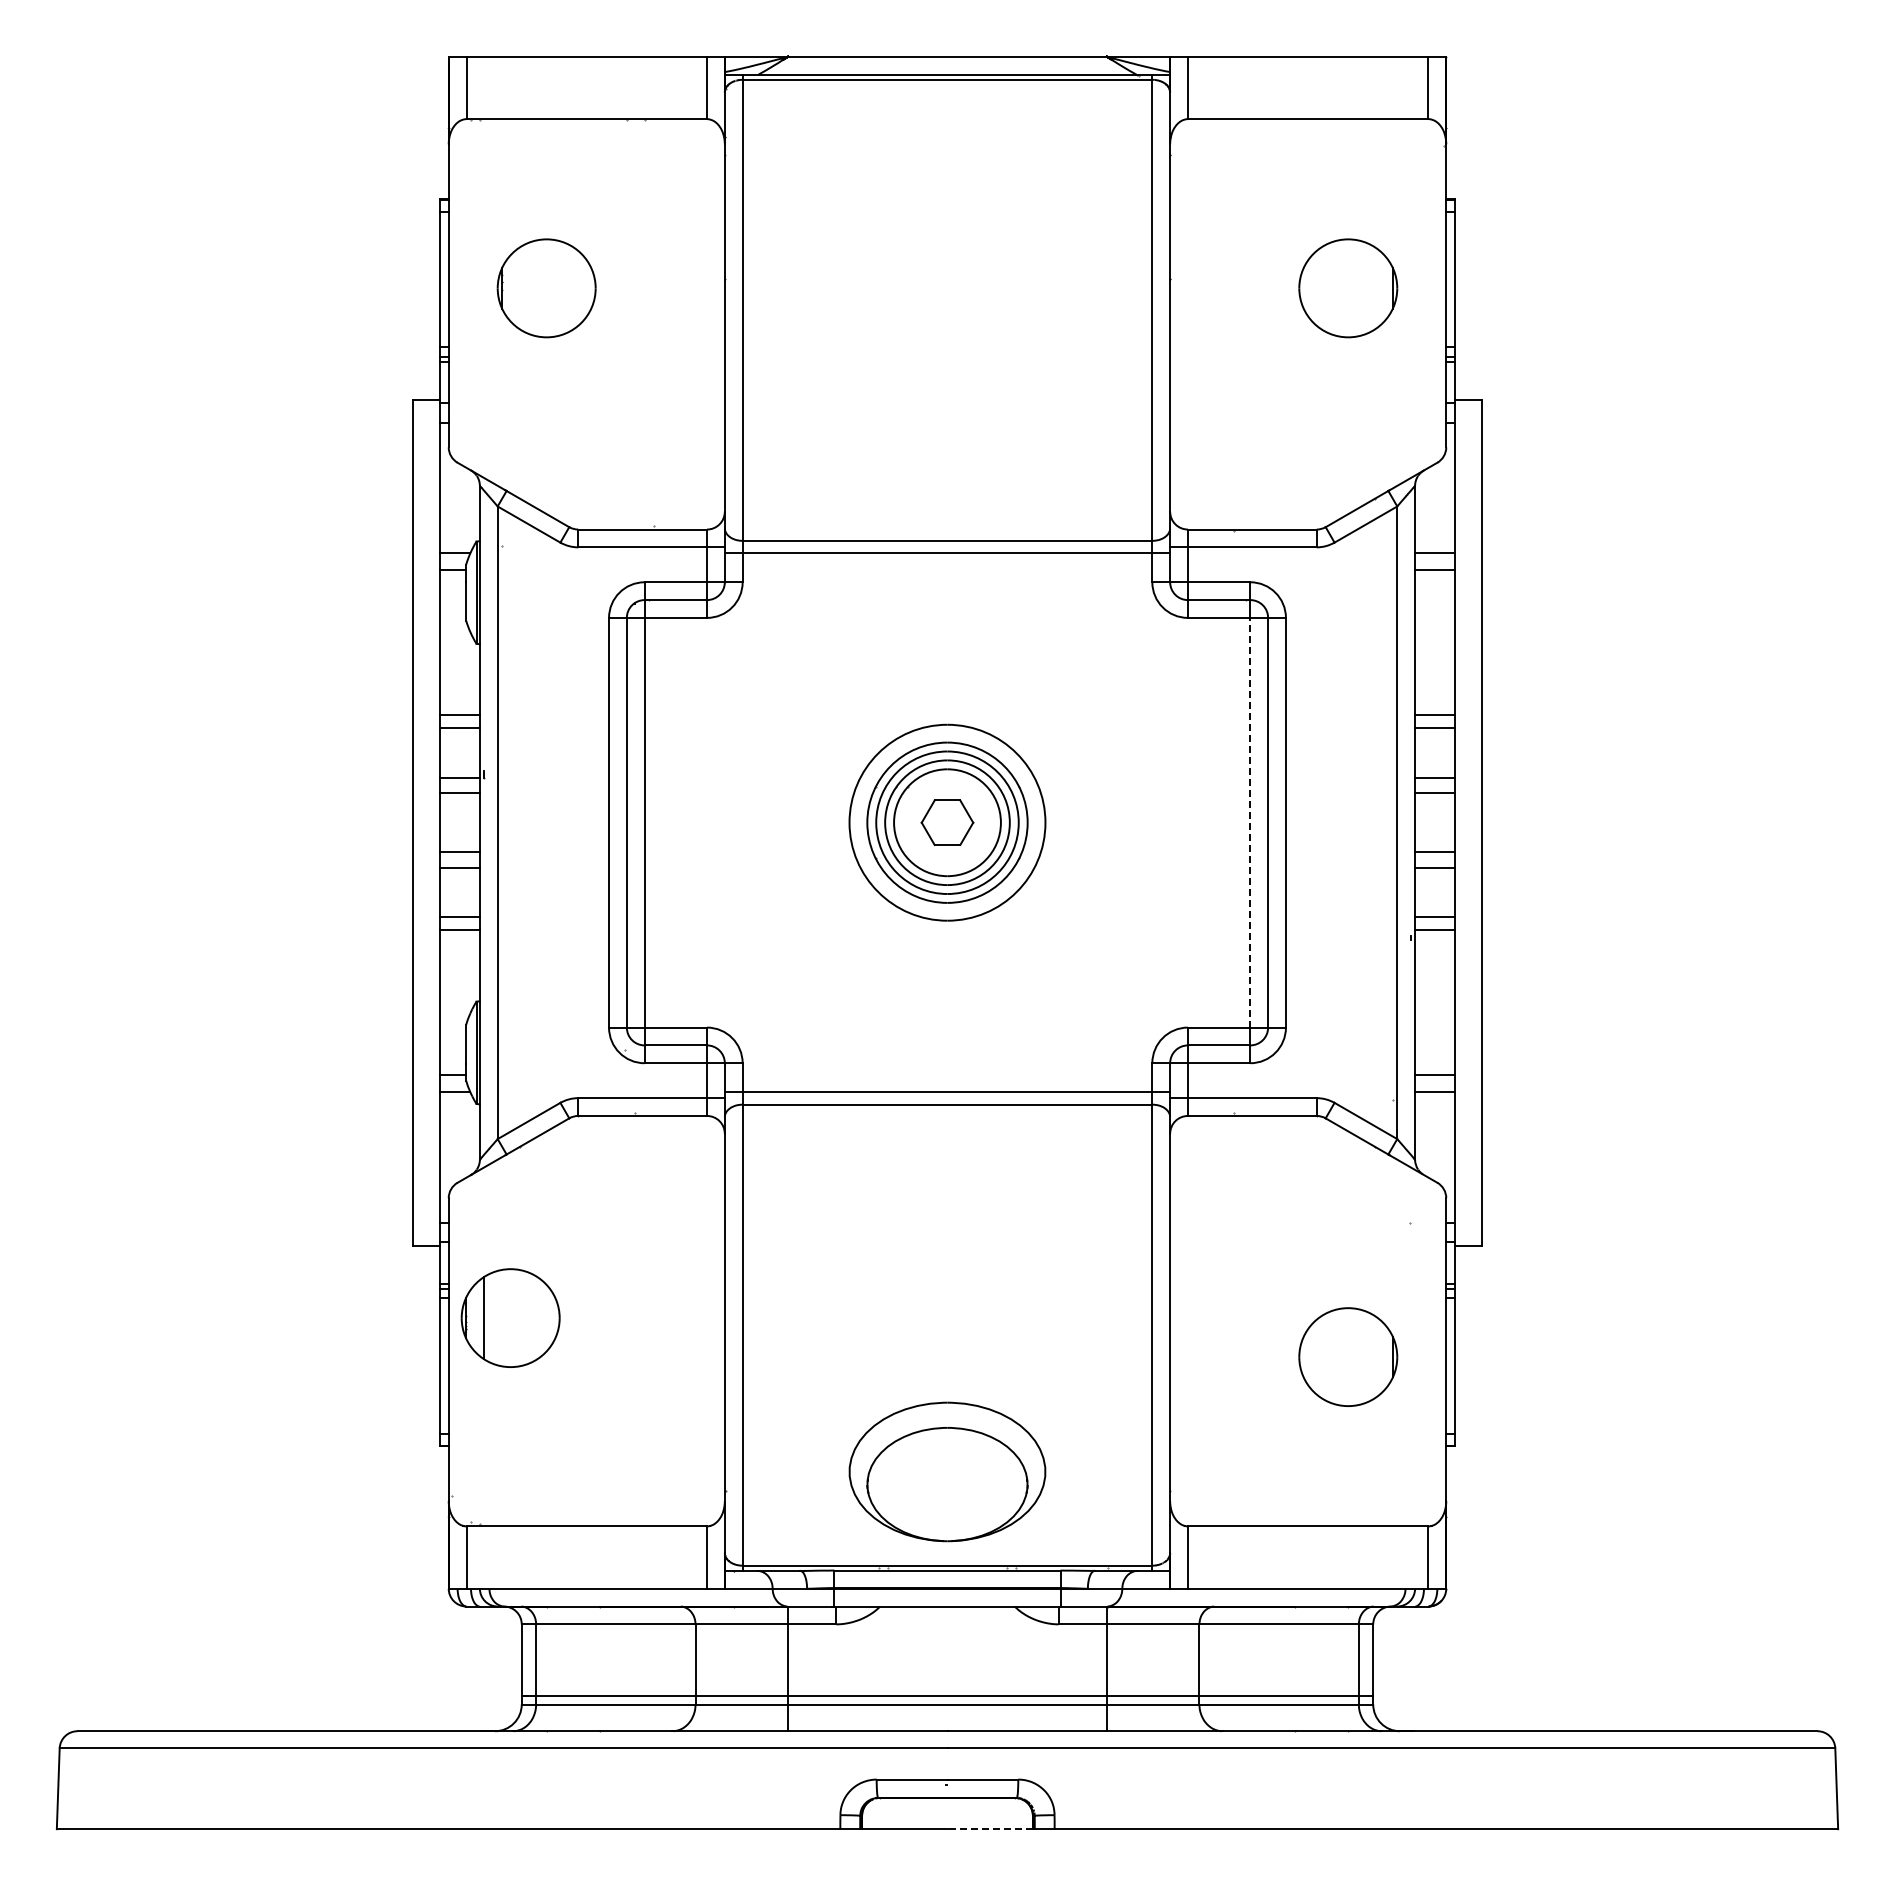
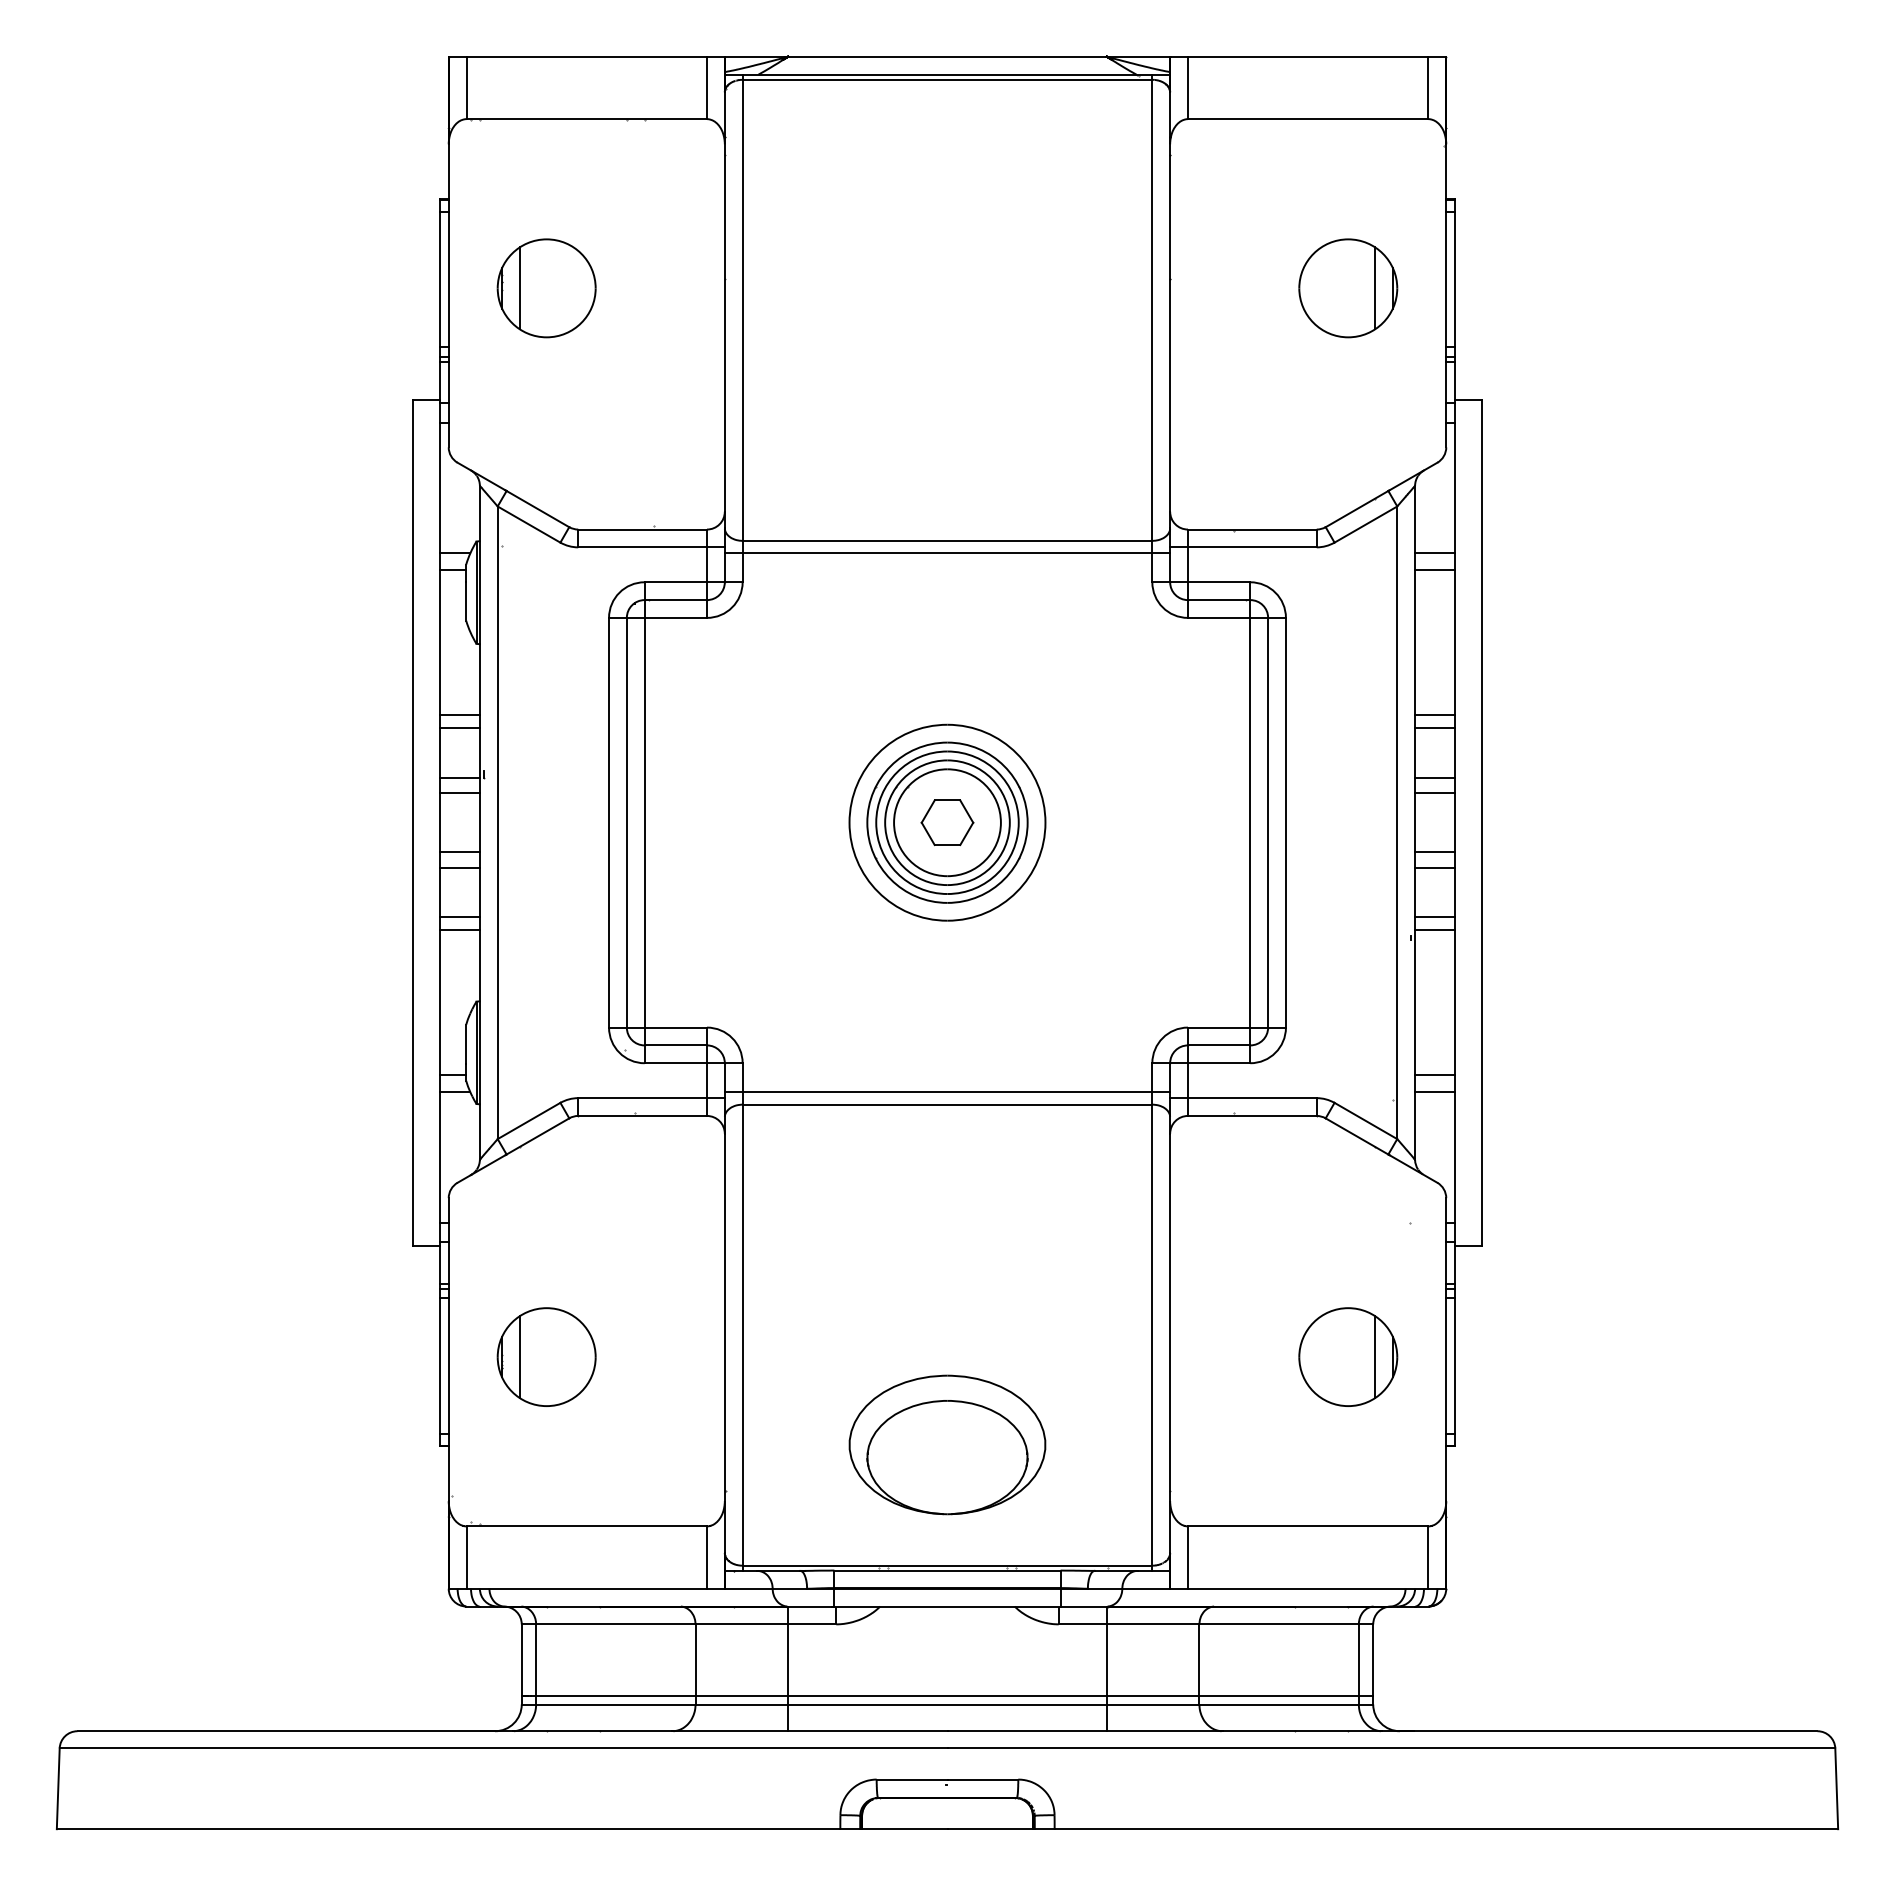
line at (519, 288): none -> present
line at (1375, 288): none -> present
line at (1250, 822): dashed -> solid
part at (510, 1317) position: (510, 1317) -> (546, 1356)
line at (1375, 1357): none -> present
part at (947, 1471) position: (947, 1471) -> (947, 1444)
line at (990, 1829): dashed -> solid
